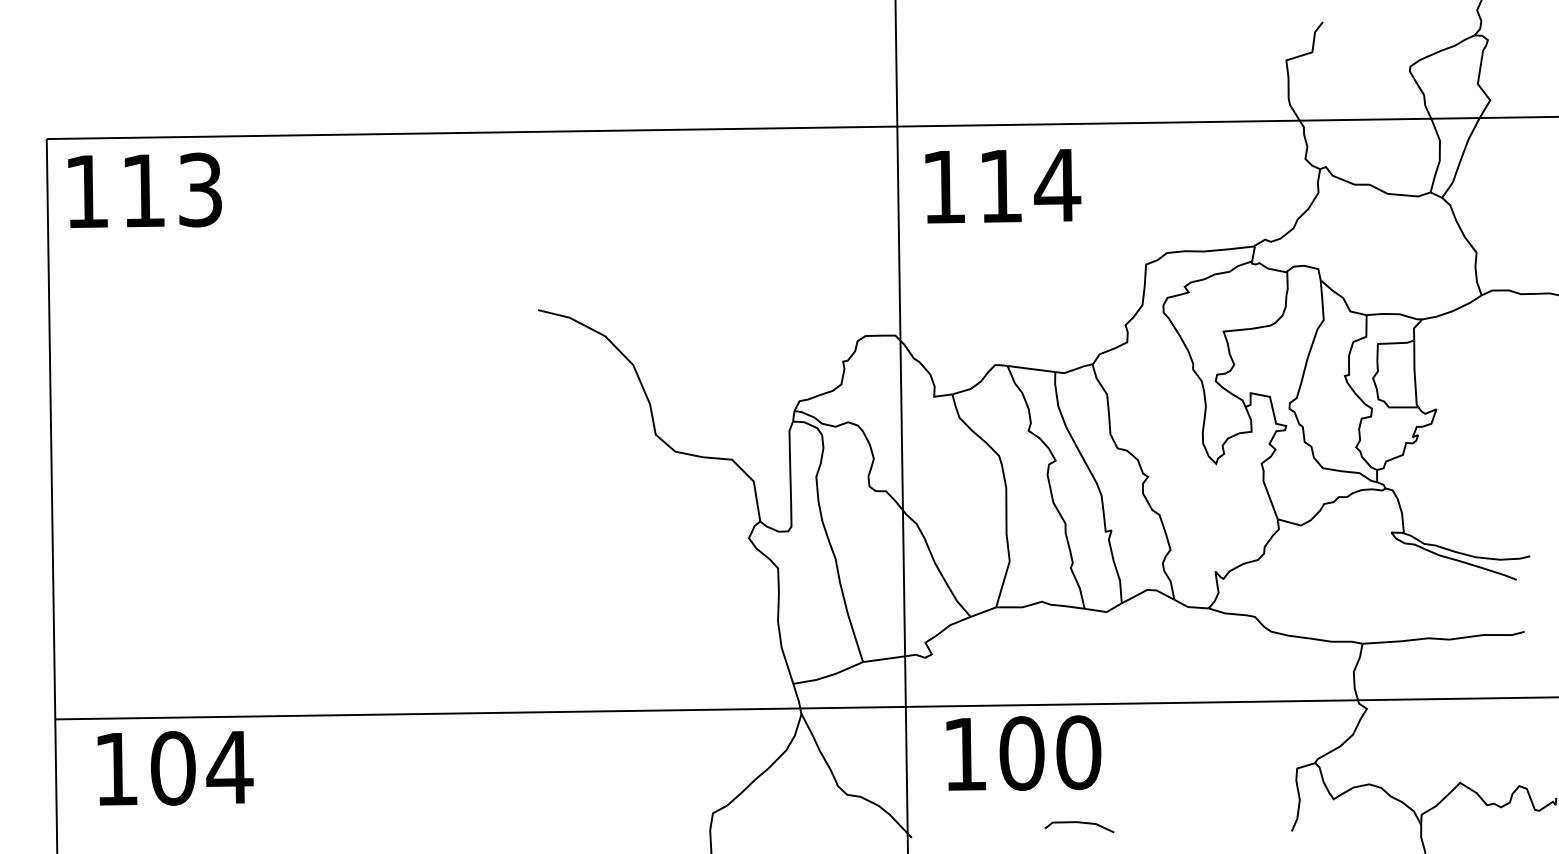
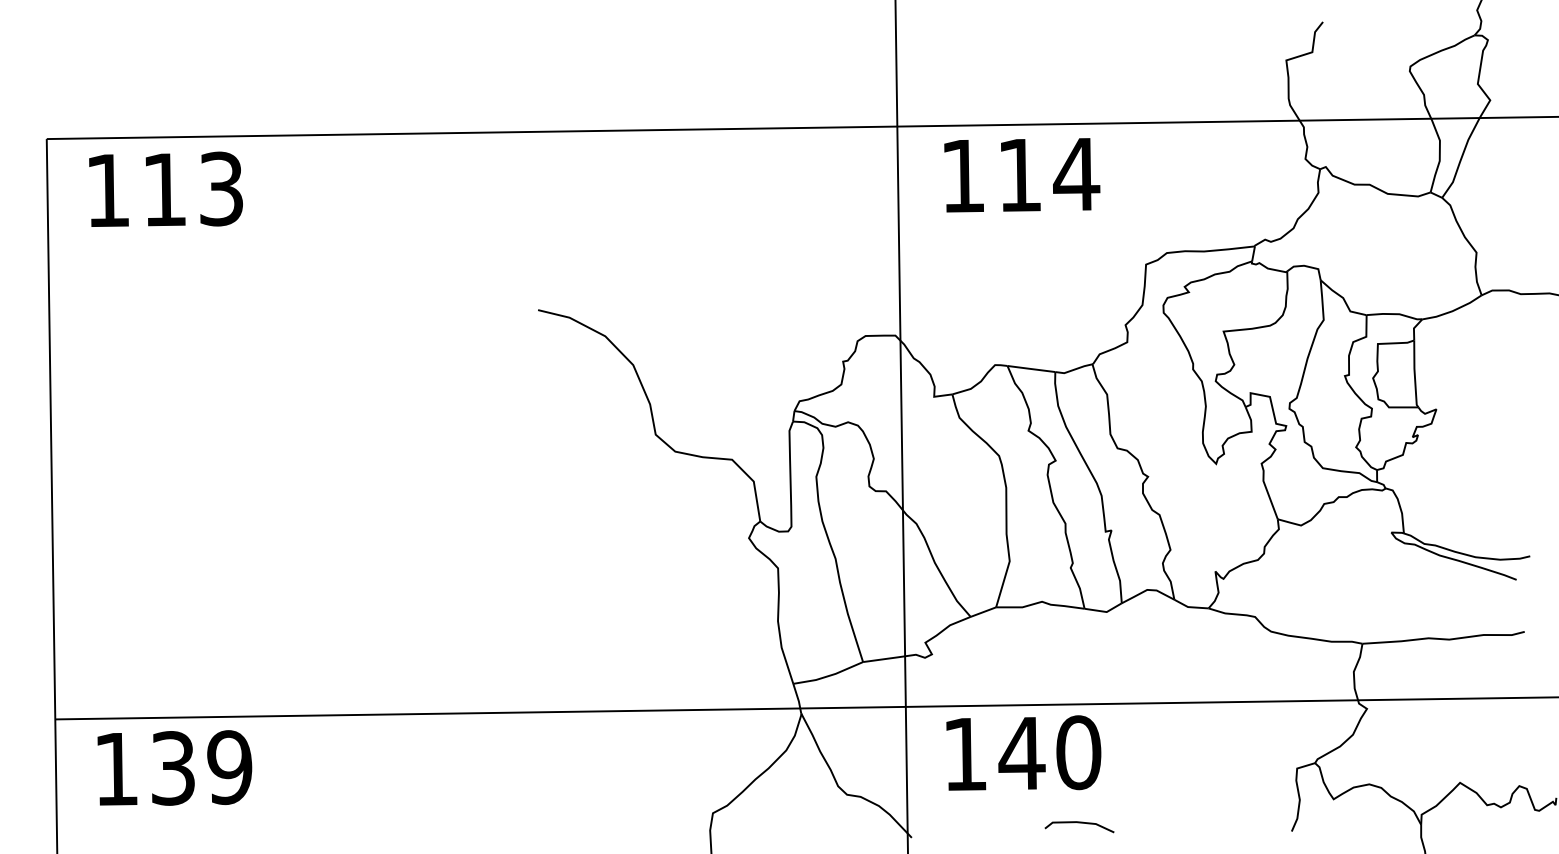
text at (1003, 186) position: (1003, 186) -> (1022, 175)
text at (144, 189) position: (144, 189) -> (165, 188)
text at (1021, 753): 100 -> 140
text at (202, 767): 104 -> 139
